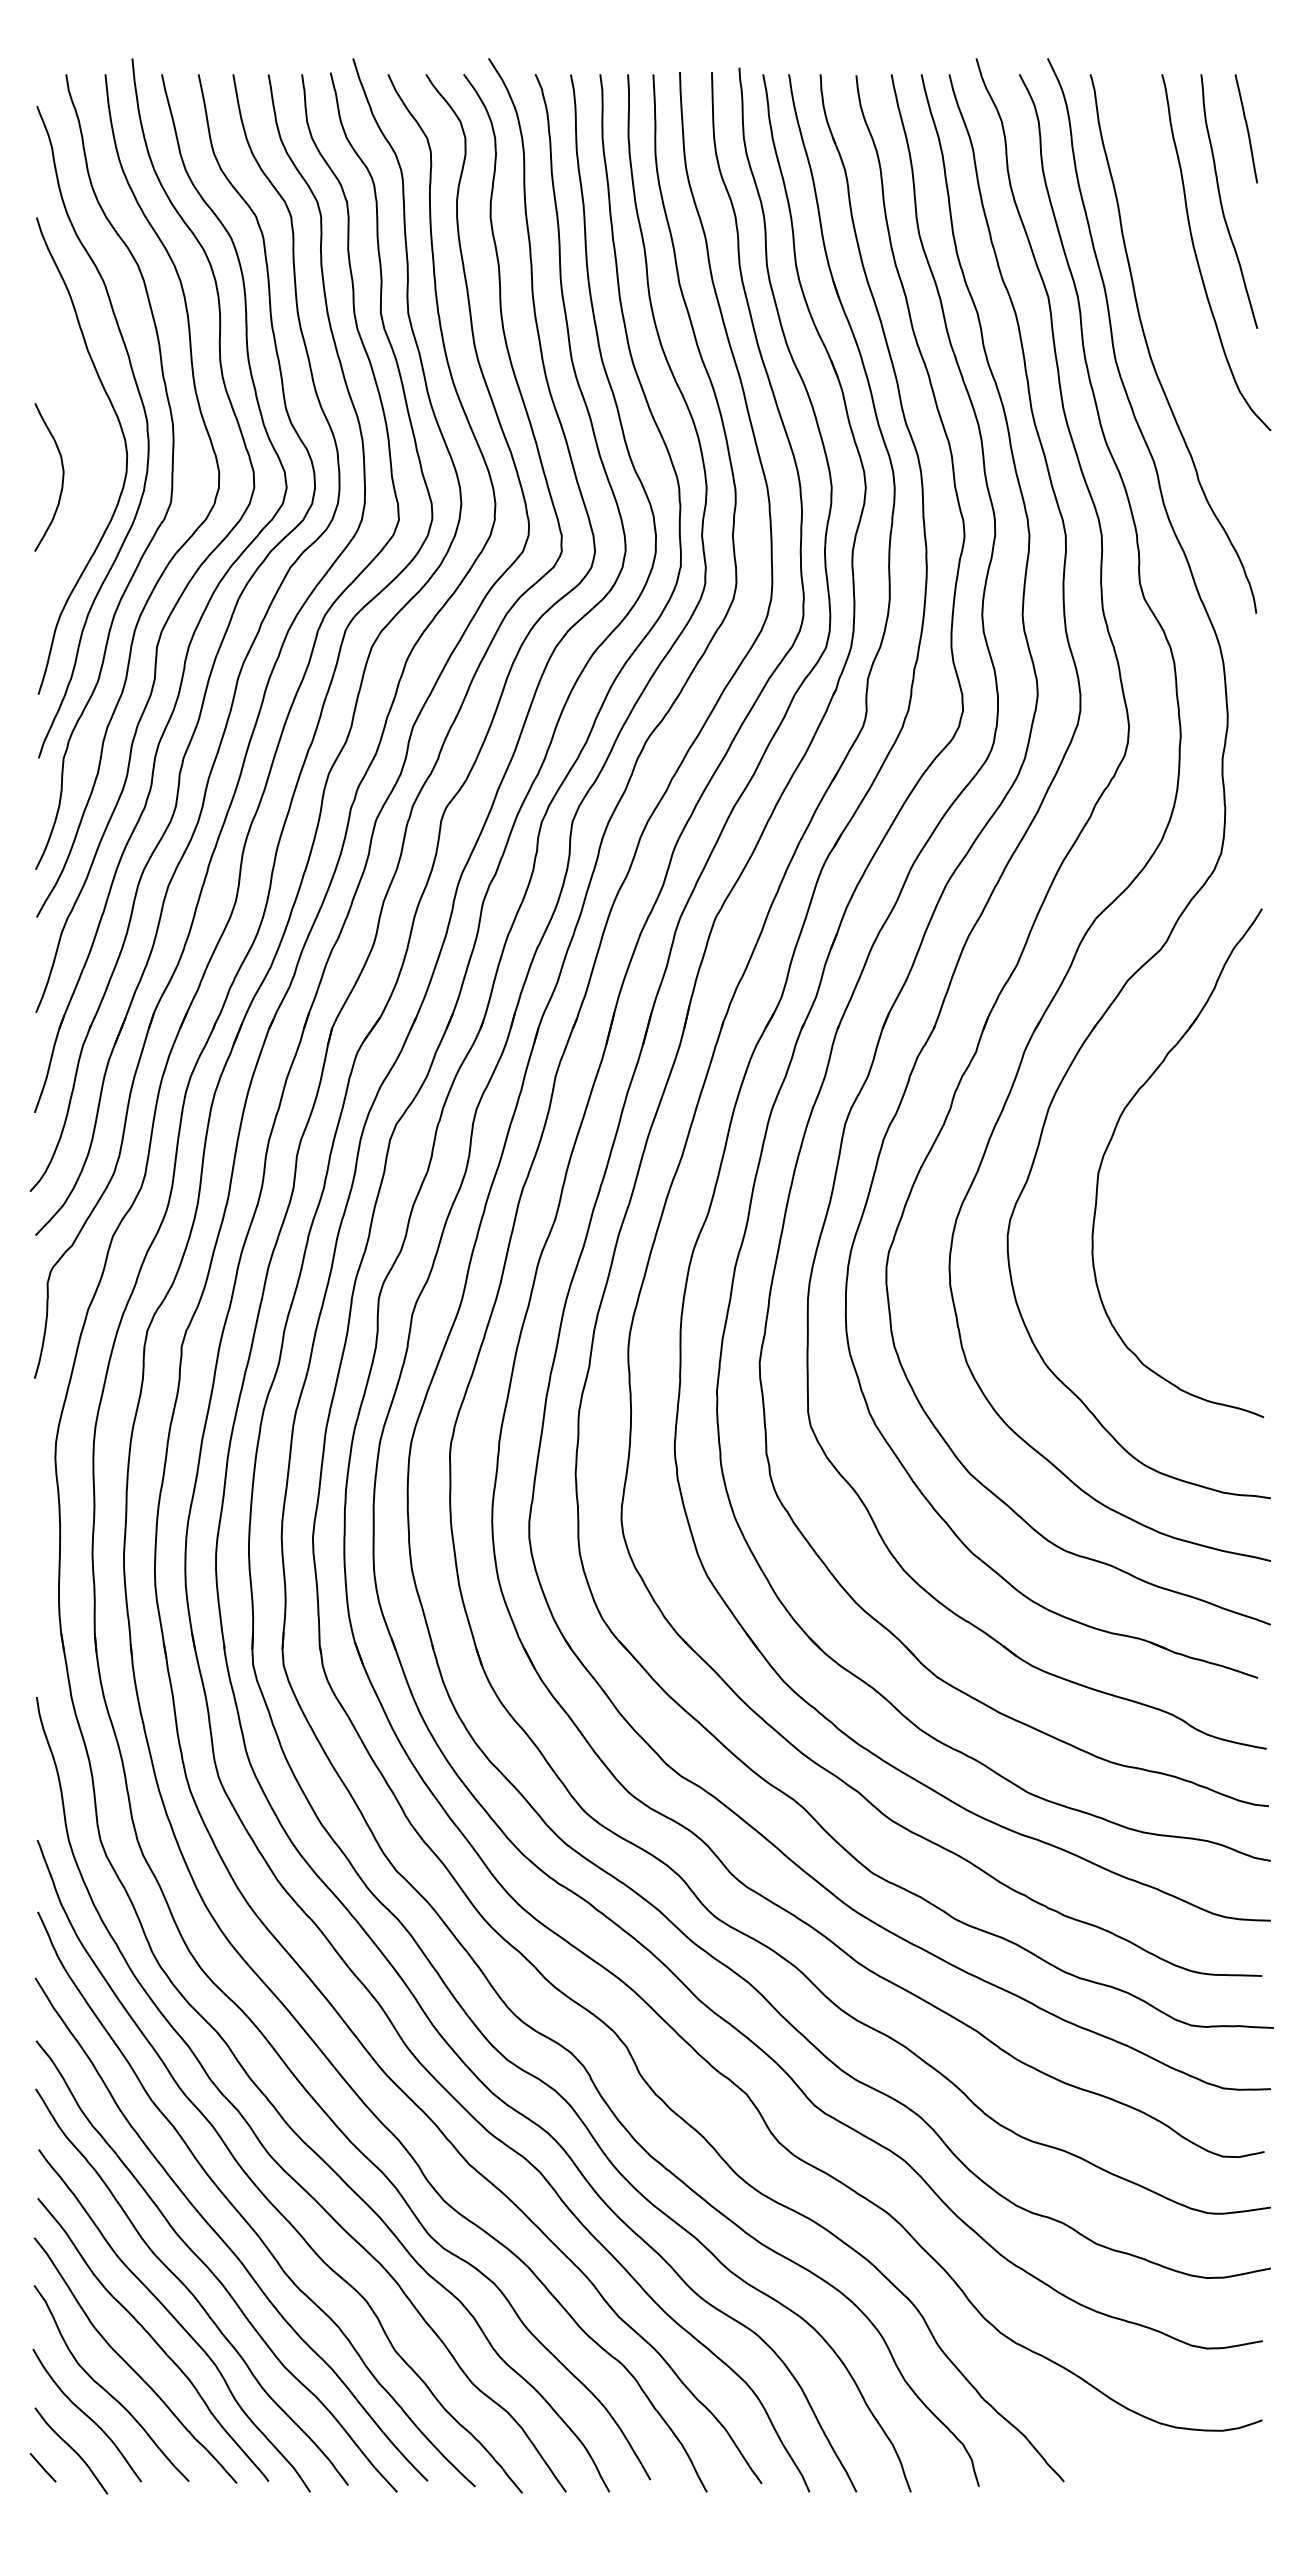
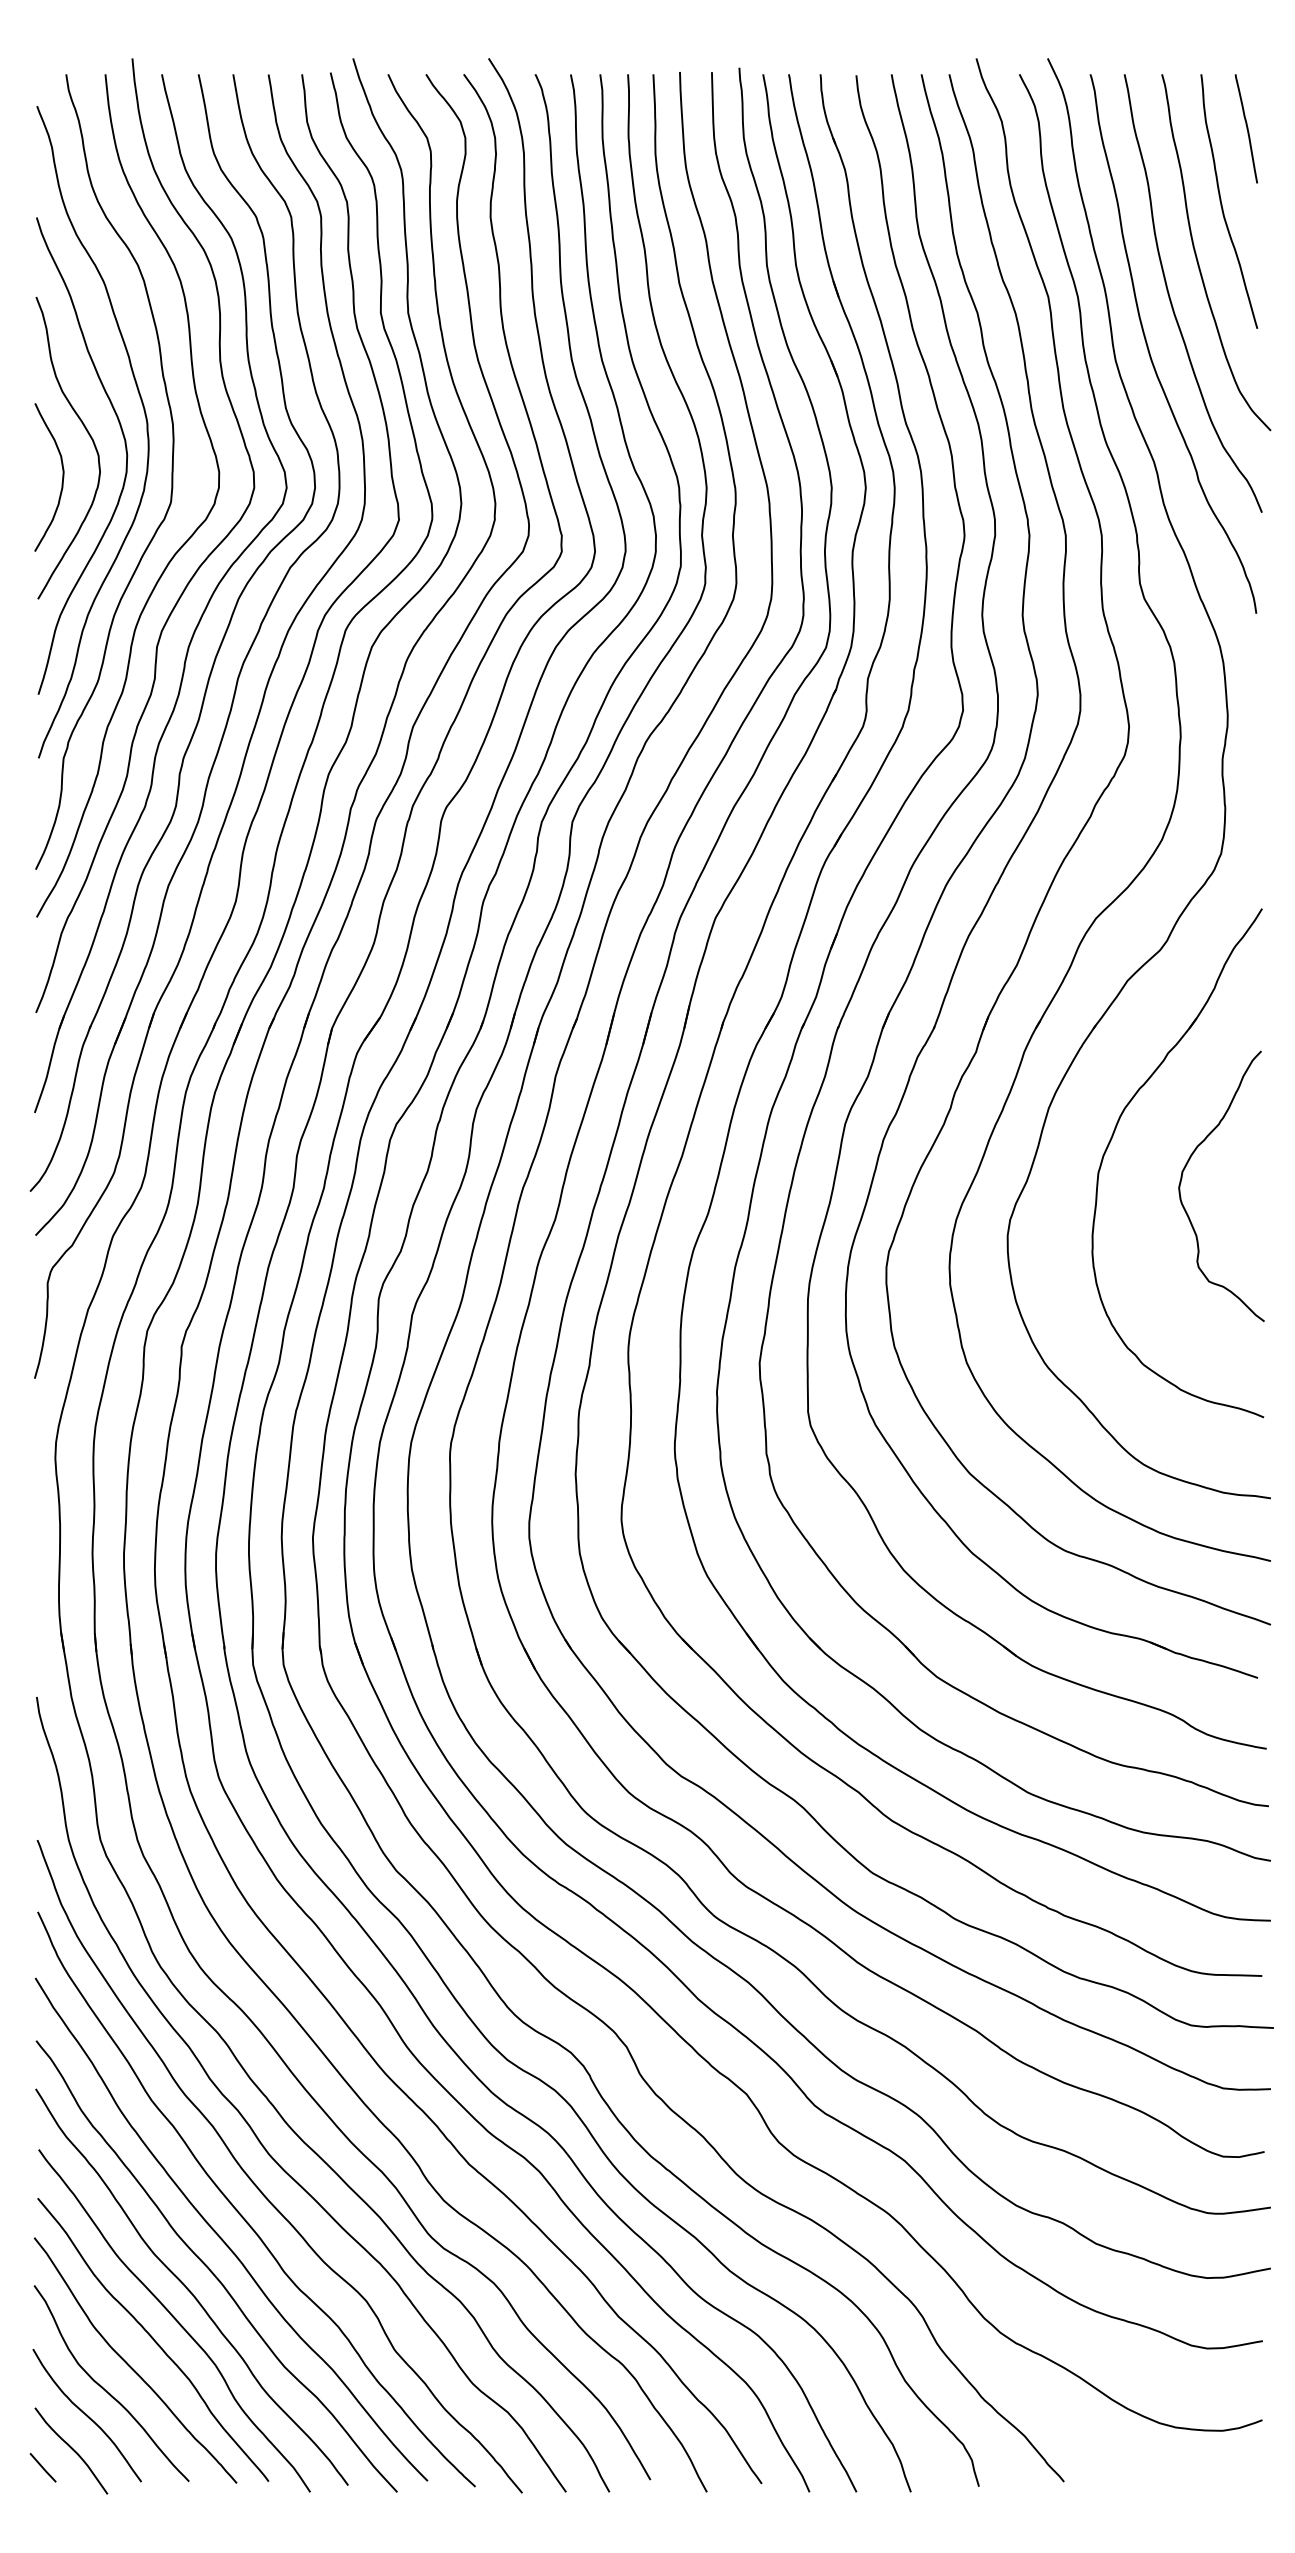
curve at (1171, 299): none -> present
curve at (87, 433): none -> present
curve at (1182, 1178): none -> present
